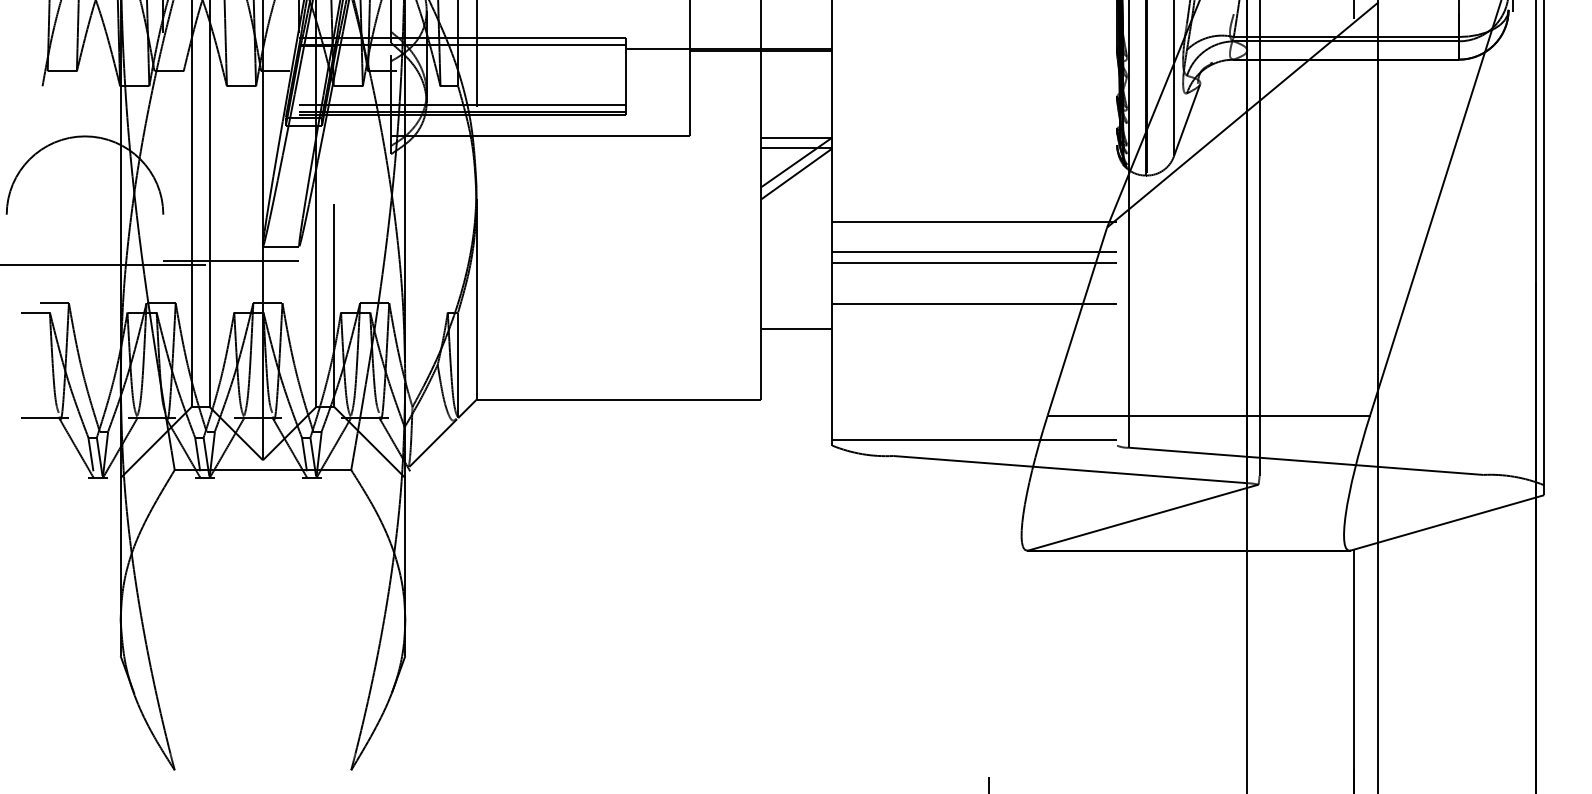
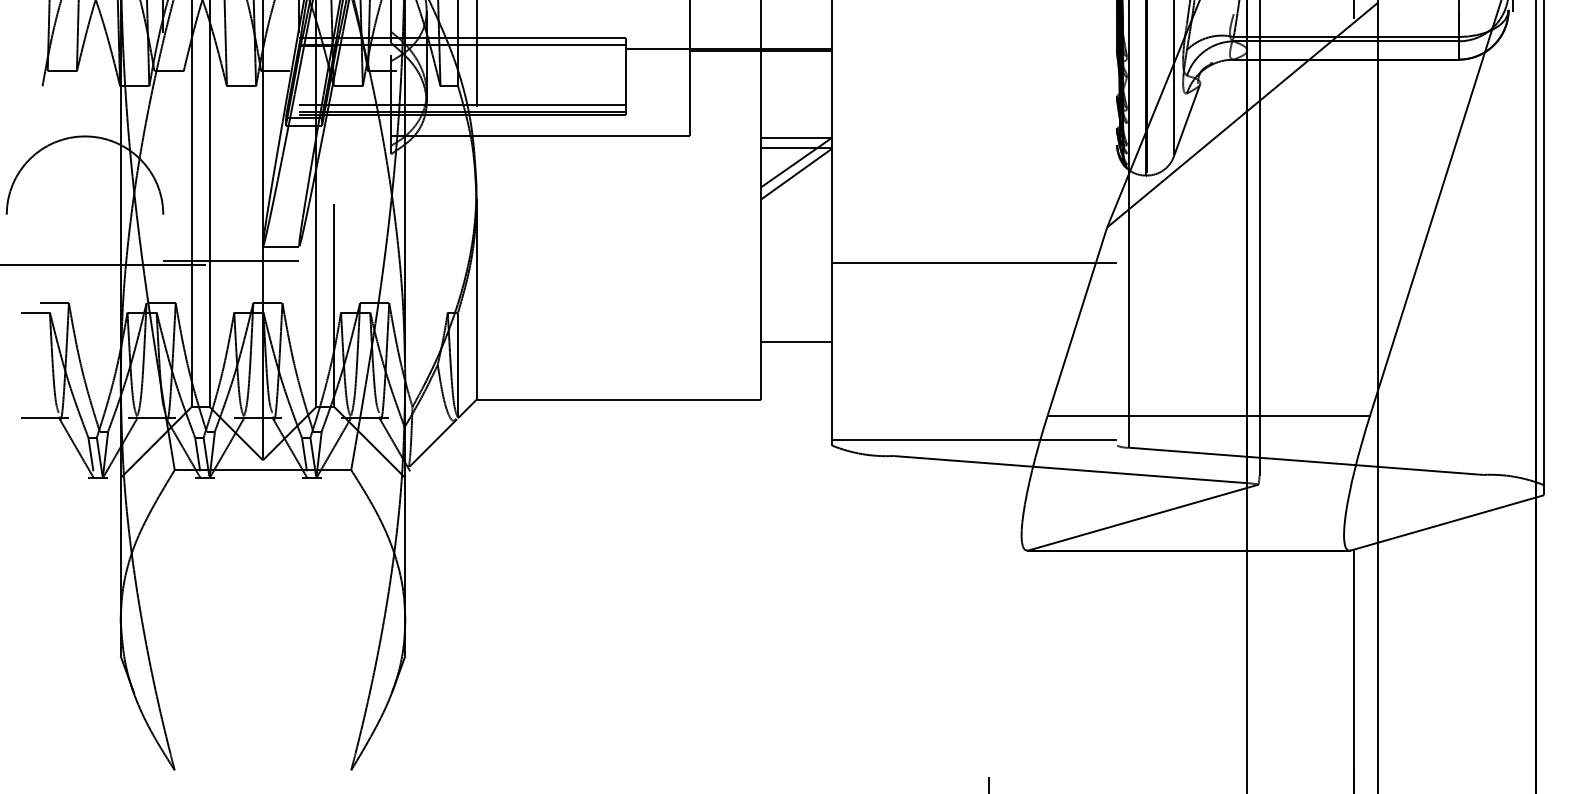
line at (974, 221): present -> none
line at (974, 252): present -> none
line at (974, 303): present -> none
line at (796, 328) position: (796, 328) -> (796, 341)
